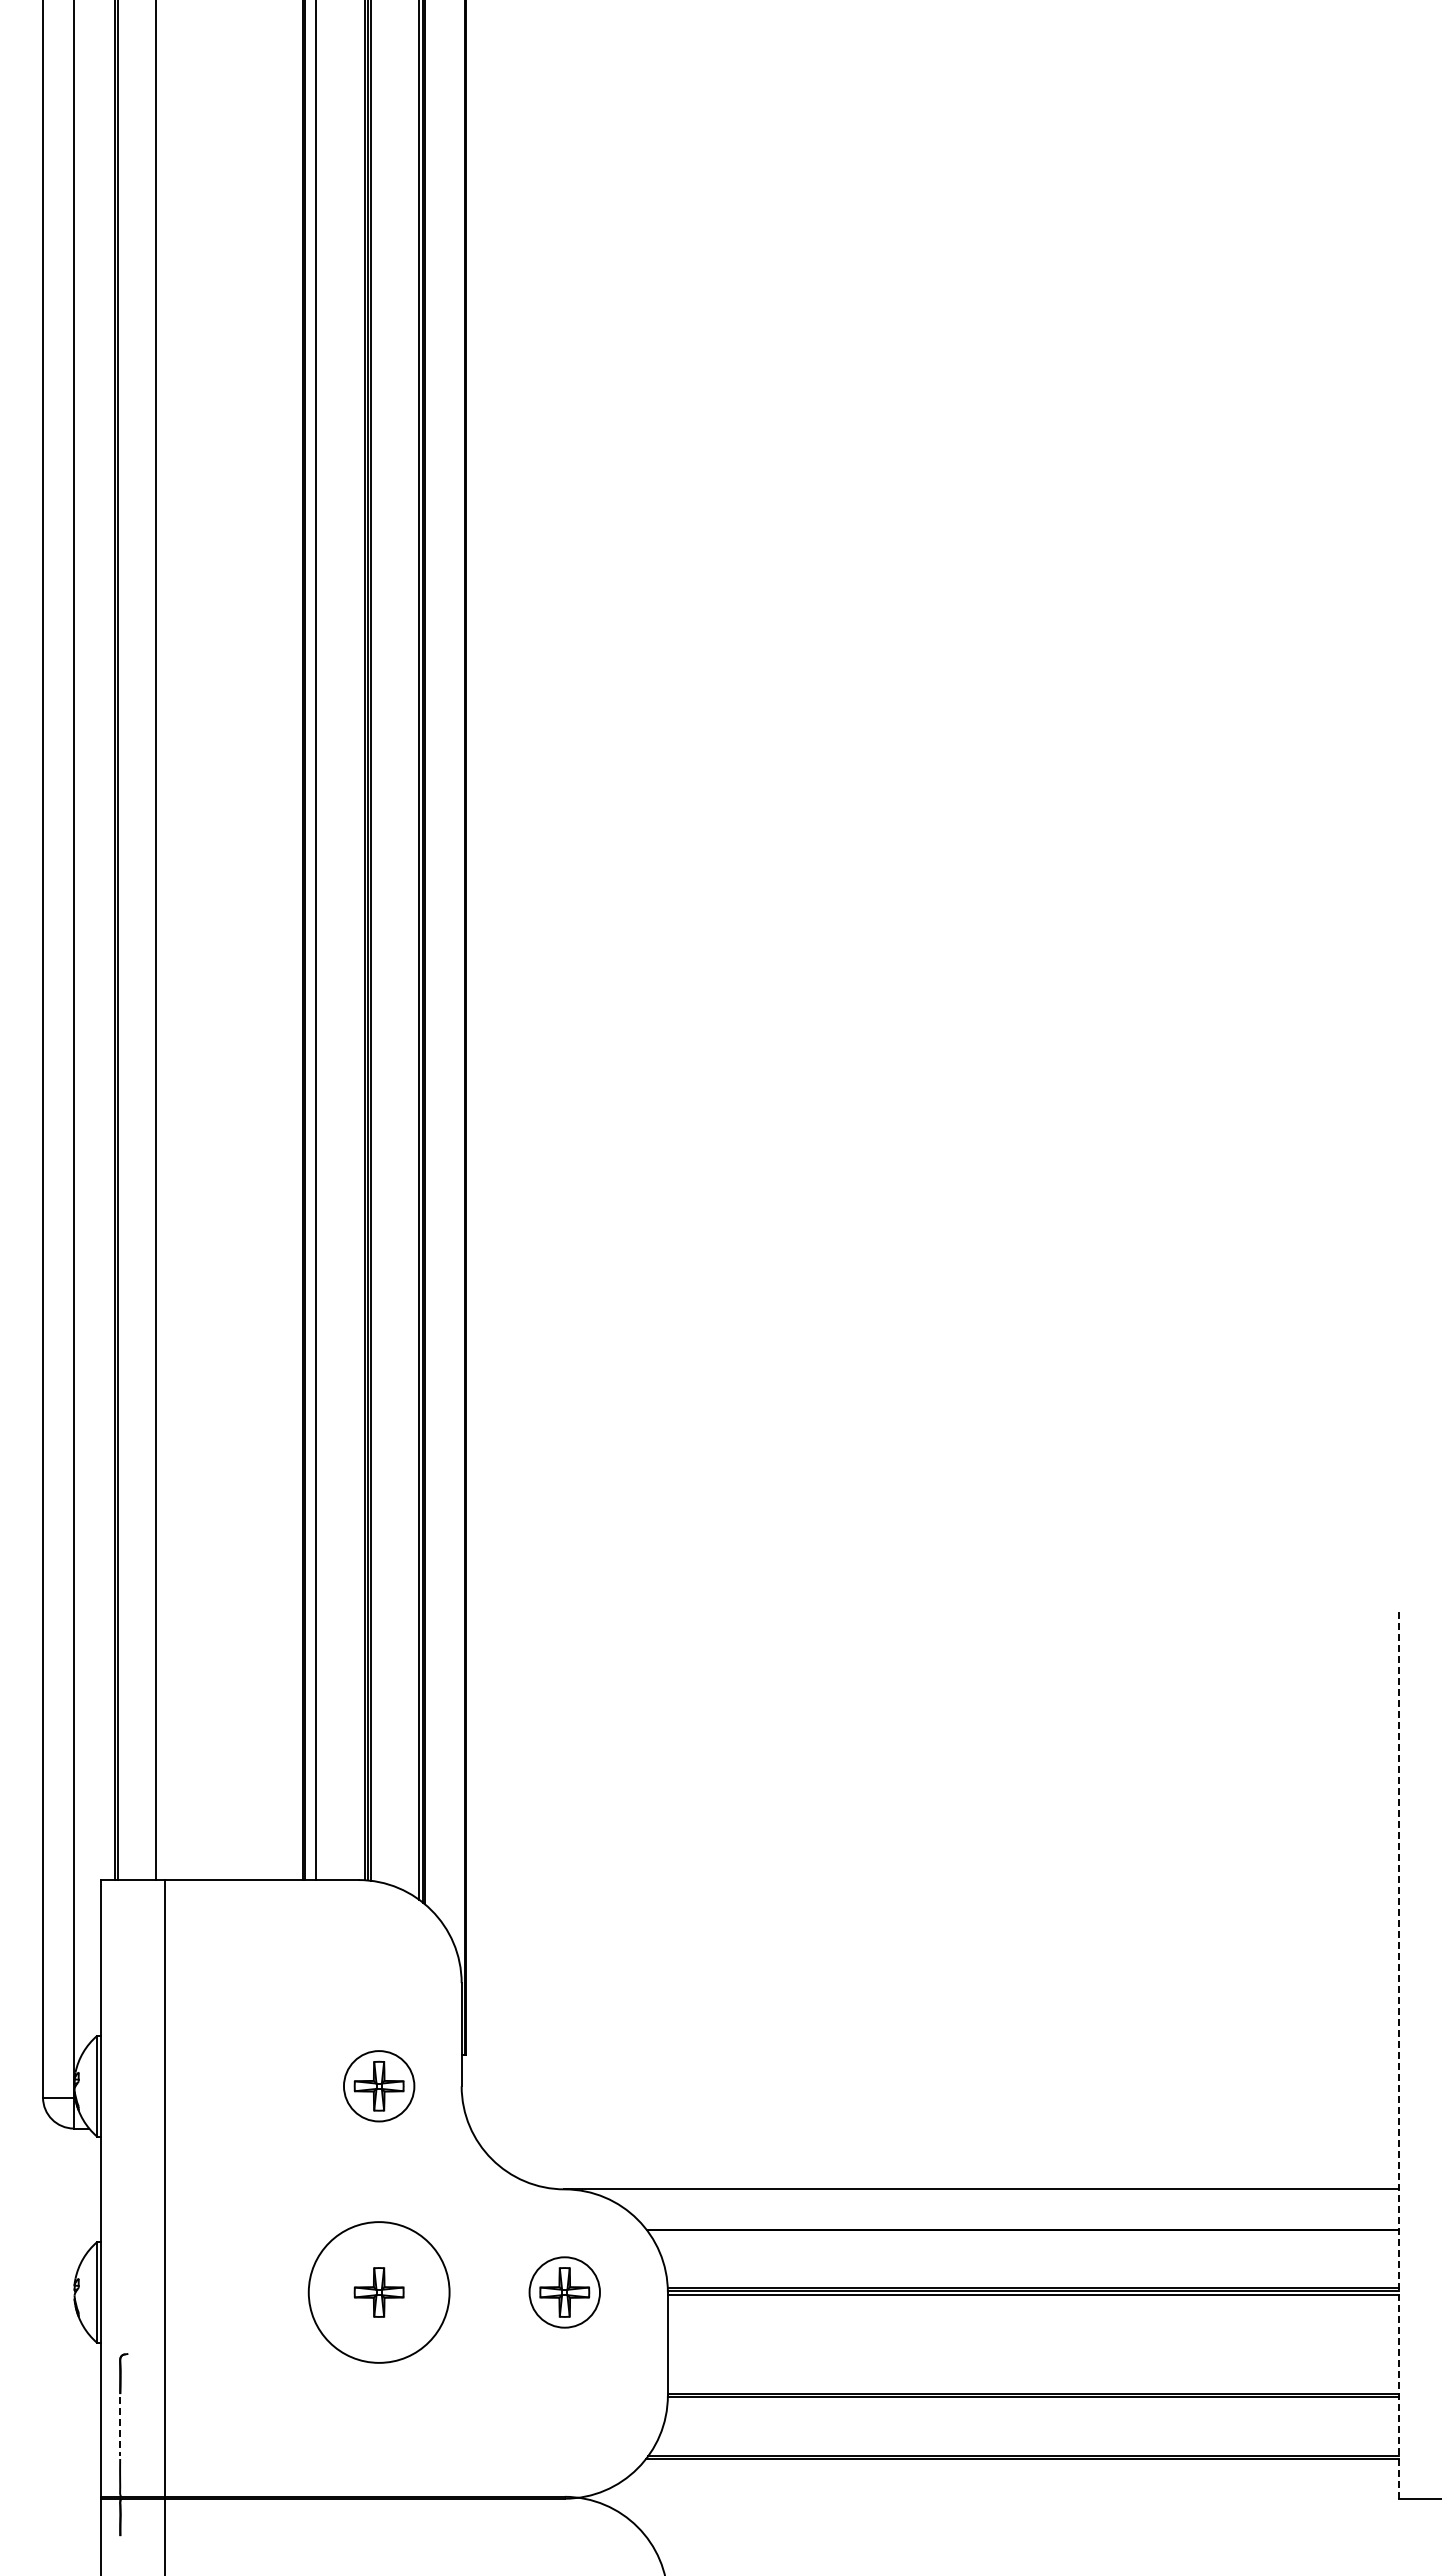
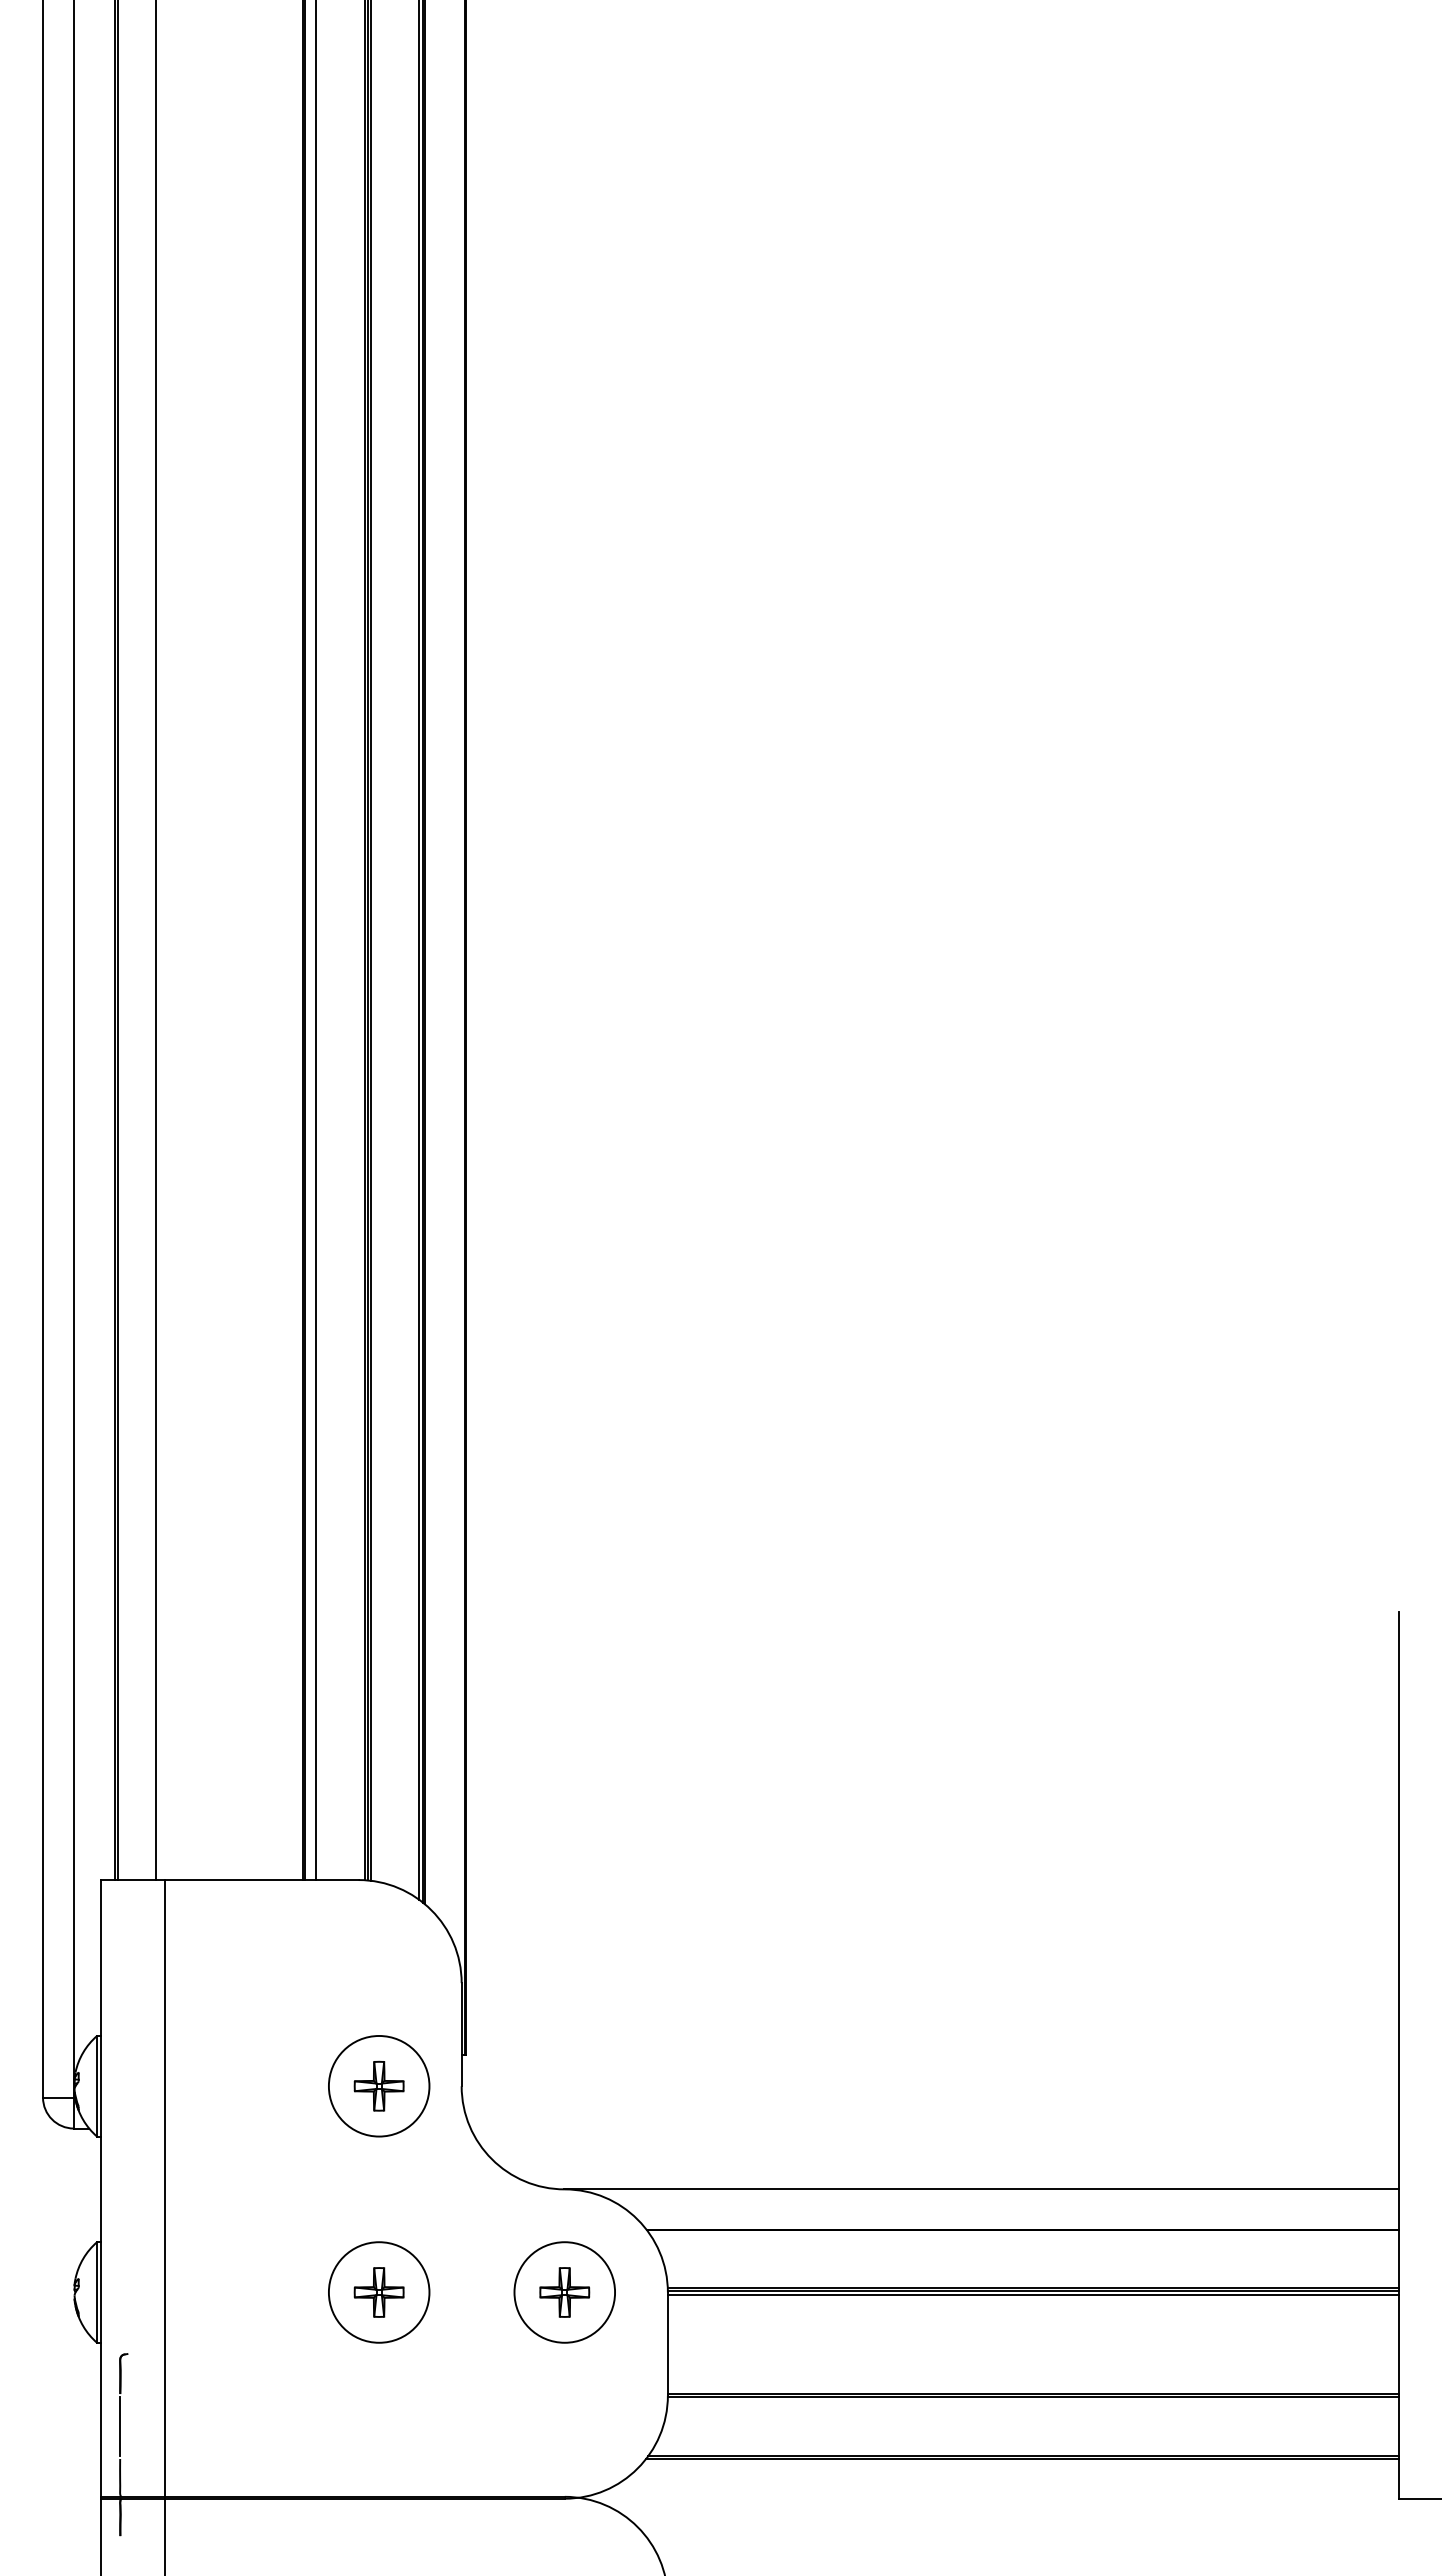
line at (1398, 2055): dashed -> solid
circle at (378, 2086) diameter: 70 px -> 101 px
circle at (378, 2292) diameter: 141 px -> 101 px
circle at (564, 2292) diameter: 70 px -> 101 px
line at (120, 2427): dashed -> solid
